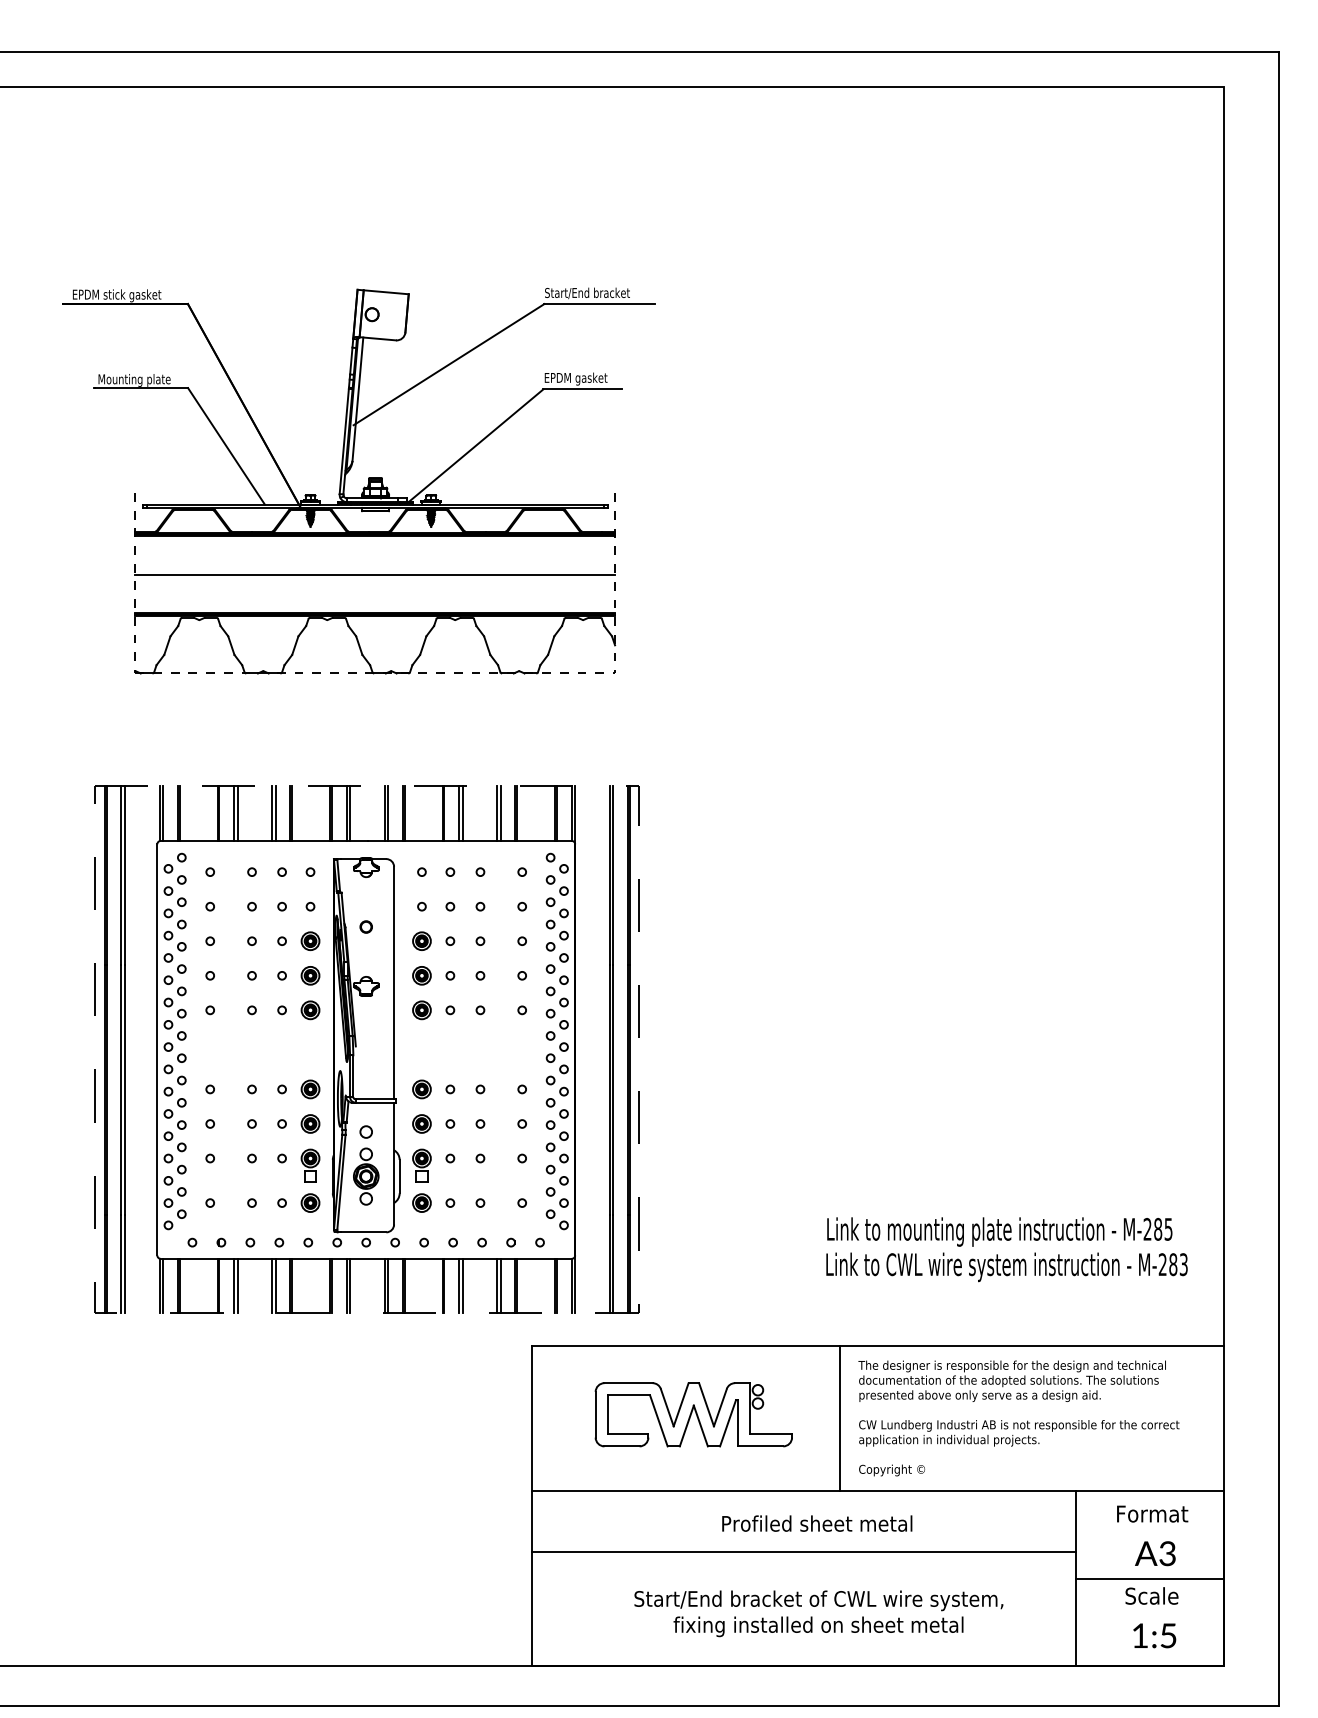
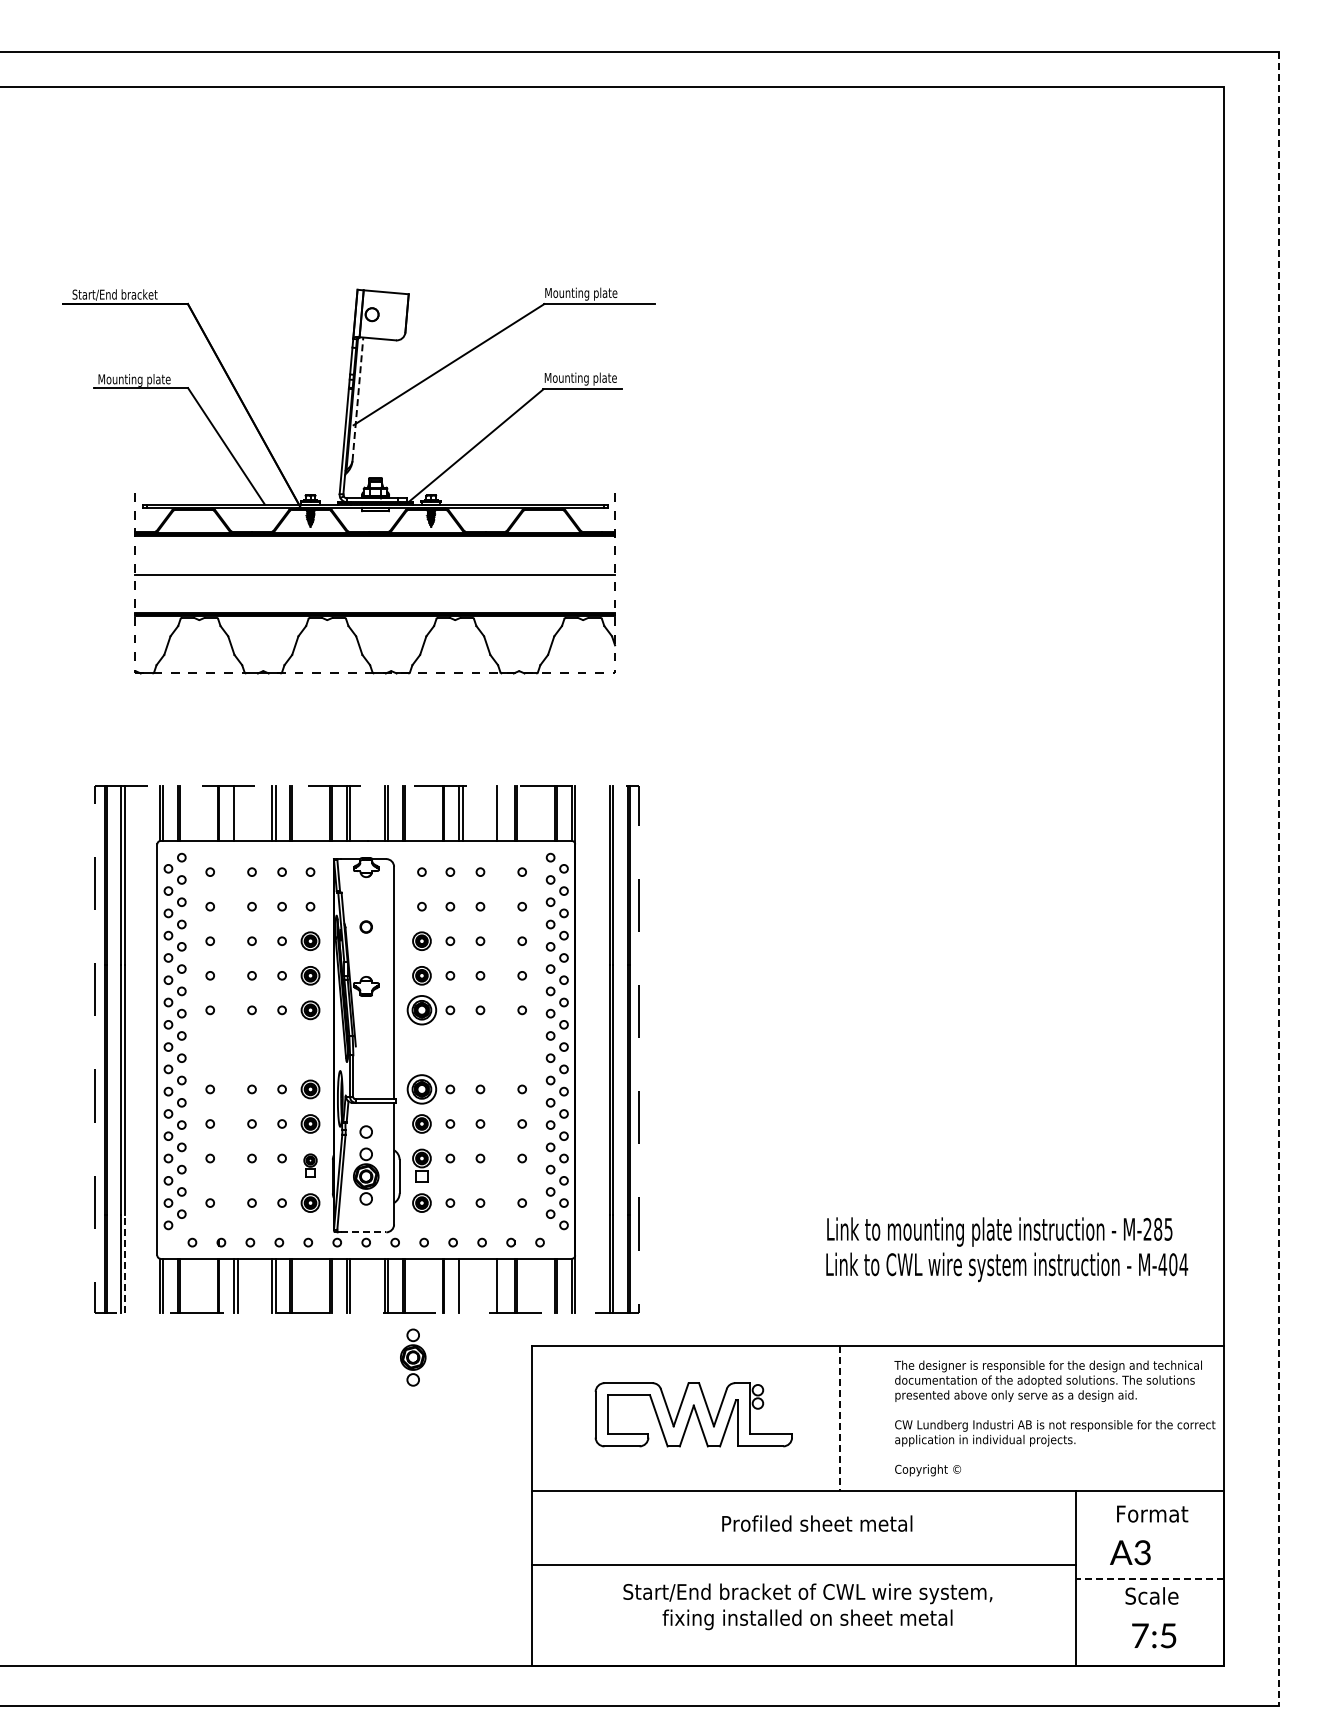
text at (587, 293): Start/End bracket -> Mounting plate
text at (116, 295): EPDM stick gasket -> Start/End bracket
text at (580, 378): EPDM gasket -> Mounting plate
line at (357, 399): solid -> dashed
line at (237, 812): present -> none
line at (500, 812): present -> none
line at (1278, 879): solid -> dashed
part at (421, 1010) size: 20x21 px -> 32x31 px
part at (421, 1089) size: 20x21 px -> 32x31 px
part at (310, 1165) size: 21x35 px -> 15x25 px
line at (363, 1232): solid -> dashed
line at (125, 1264): solid -> dashed
text at (1173, 1264): M-283 -> M-404
line at (462, 1285): present -> none
line at (500, 1285): present -> none
part at (413, 1357): none -> present
line at (840, 1418): solid -> dashed
text at (1018, 1418) position: (1018, 1418) -> (1054, 1418)
line at (803, 1552) position: (803, 1552) -> (803, 1565)
text at (1155, 1553) position: (1155, 1553) -> (1130, 1552)
line at (1149, 1578): solid -> dashed
text at (818, 1613) position: (818, 1613) -> (807, 1606)
text at (1140, 1635): 1:5 -> 7:5
